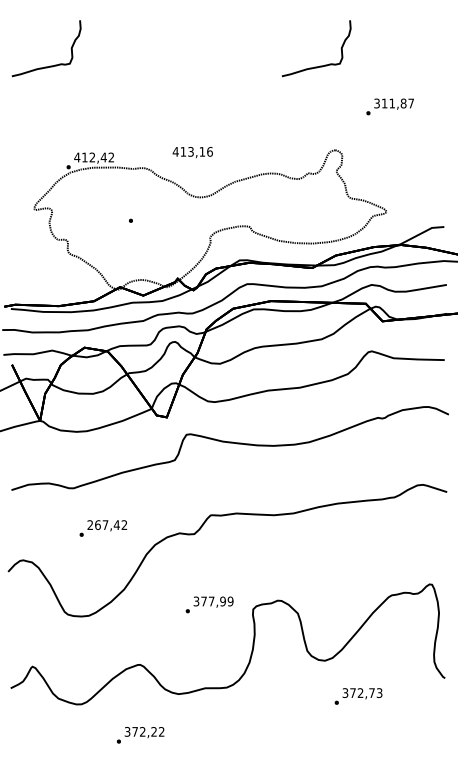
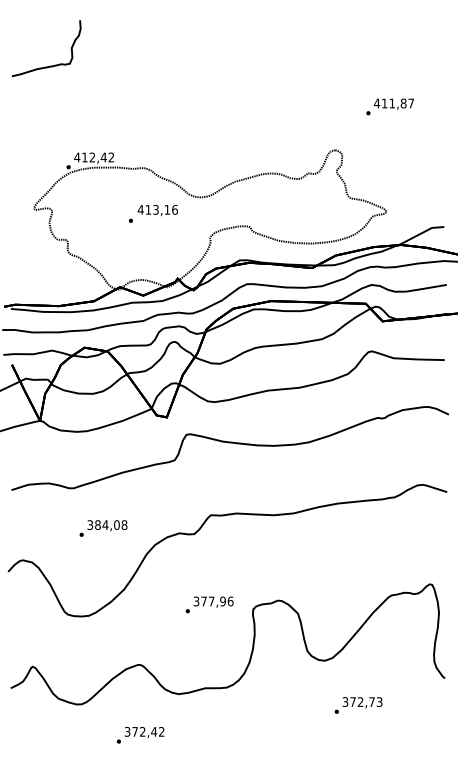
curve at (320, 65): present -> none
text at (377, 103): 311,87 -> 411,87
text at (192, 152) position: (192, 152) -> (157, 210)
text at (107, 525): 267,42 -> 384,08
text at (230, 601): 377,99 -> 377,96
text at (358, 696) position: (358, 696) -> (358, 705)
text at (154, 731): 372,22 -> 372,42
